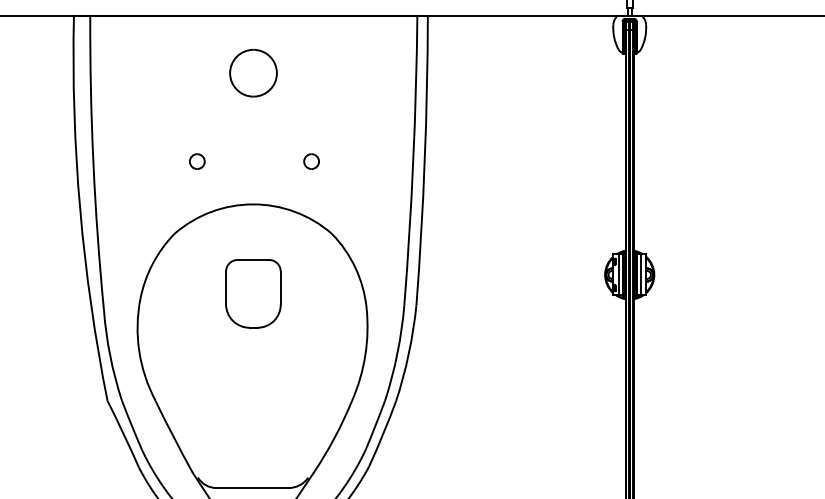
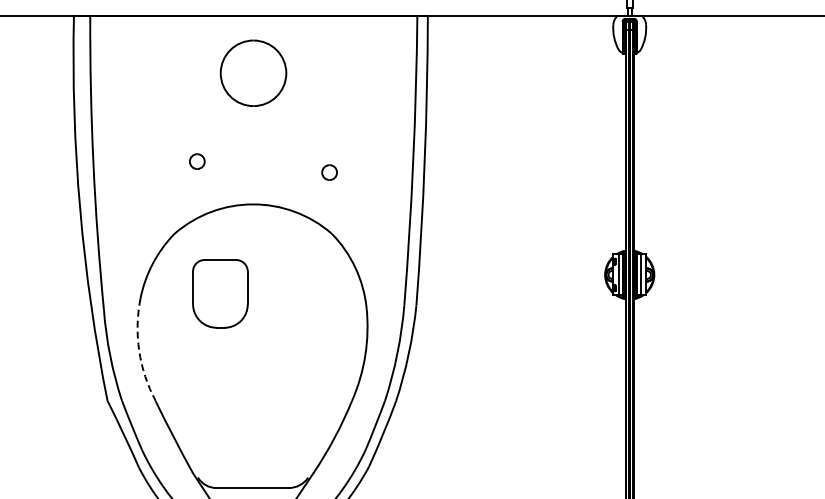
part at (253, 72) size: 49x50 px -> 69x68 px
part at (311, 161) position: (311, 161) -> (329, 172)
part at (253, 293) position: (253, 293) -> (220, 293)
arc at (139, 351): solid -> dashed
